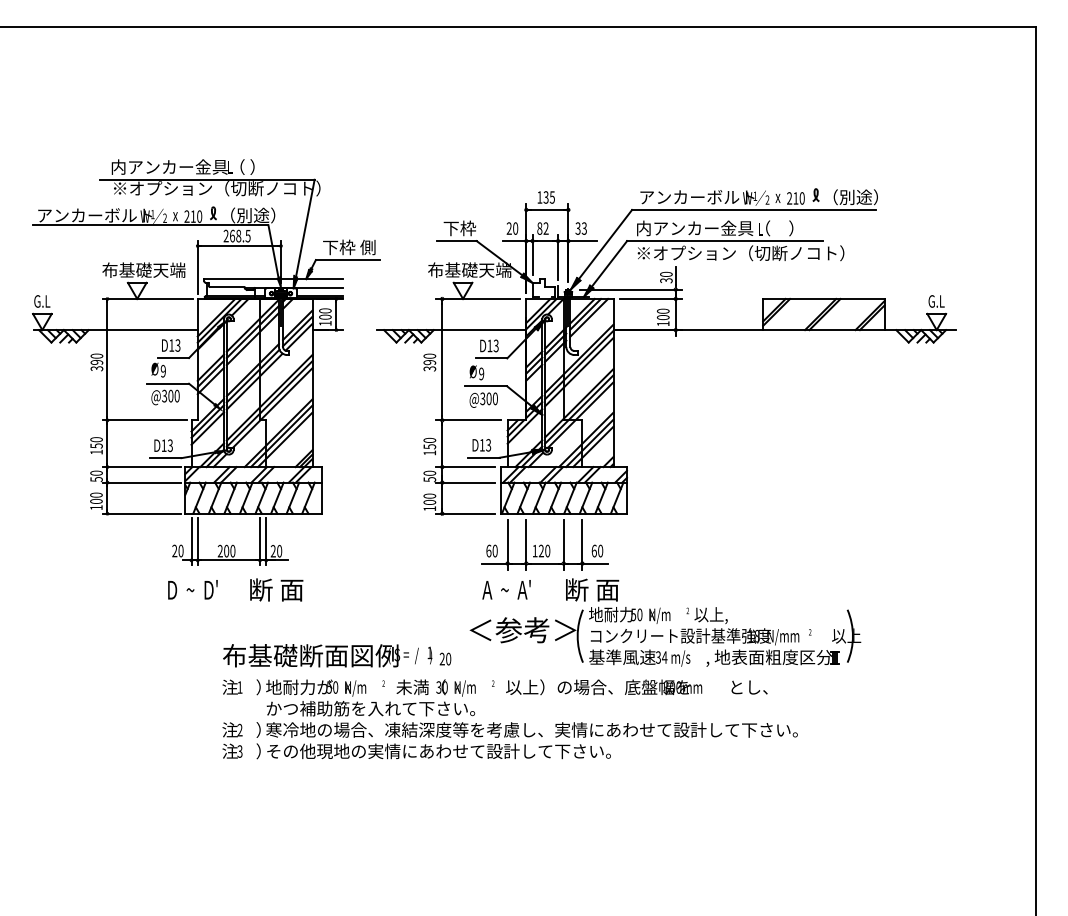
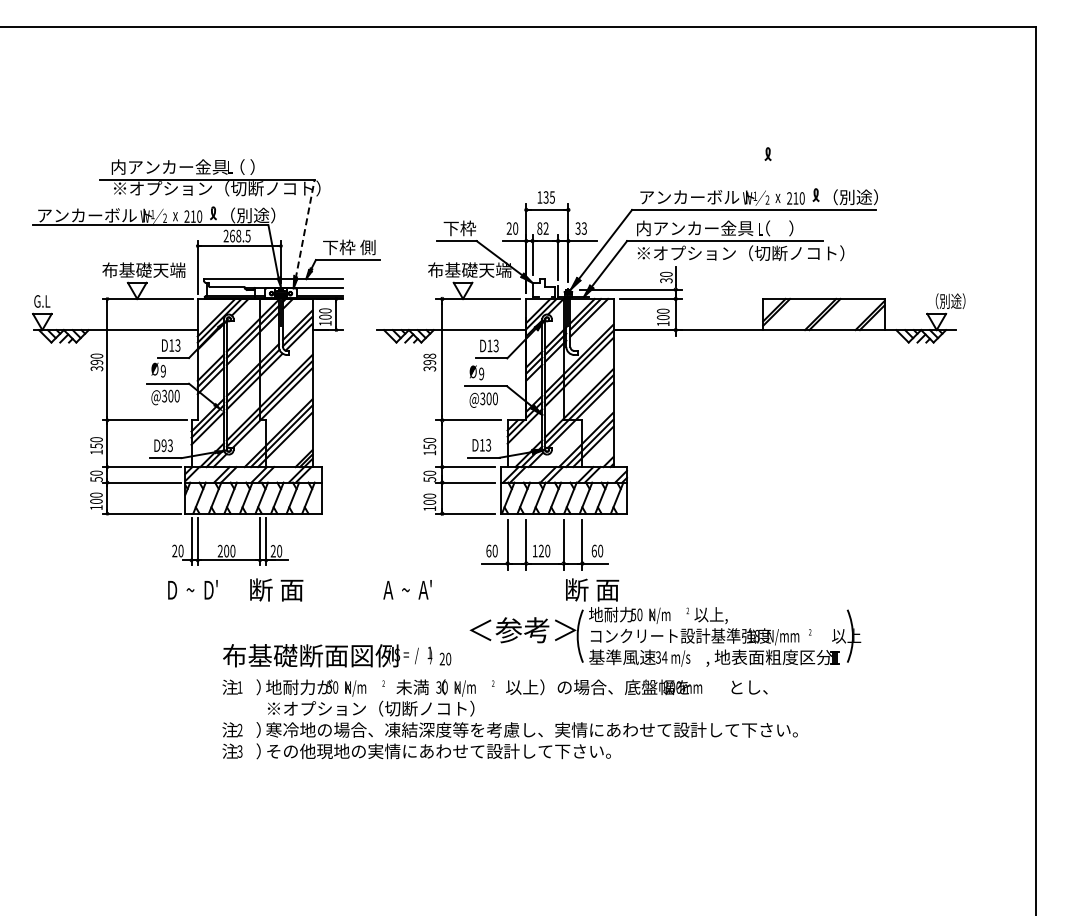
part at (767, 153): none -> present
line at (305, 229): solid -> dashed
text at (946, 300): G.L -> （別途）
text at (429, 355): 390 -> 398
text at (163, 445): D13 -> D93
text at (506, 589) position: (506, 589) -> (407, 589)
text at (370, 708): かつ補助筋を入れて下さい。 -> ※オプション（切断ノコト）
